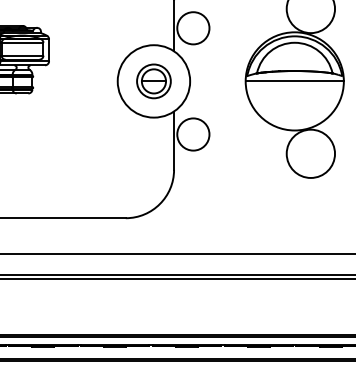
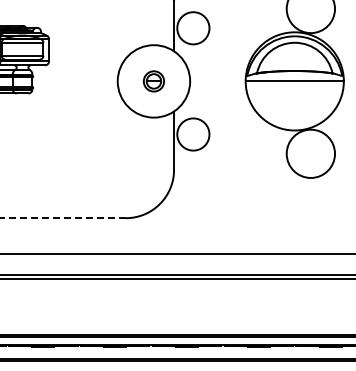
part at (153, 81) size: 36x37 px -> 22x23 px
line at (62, 218): solid -> dashed
